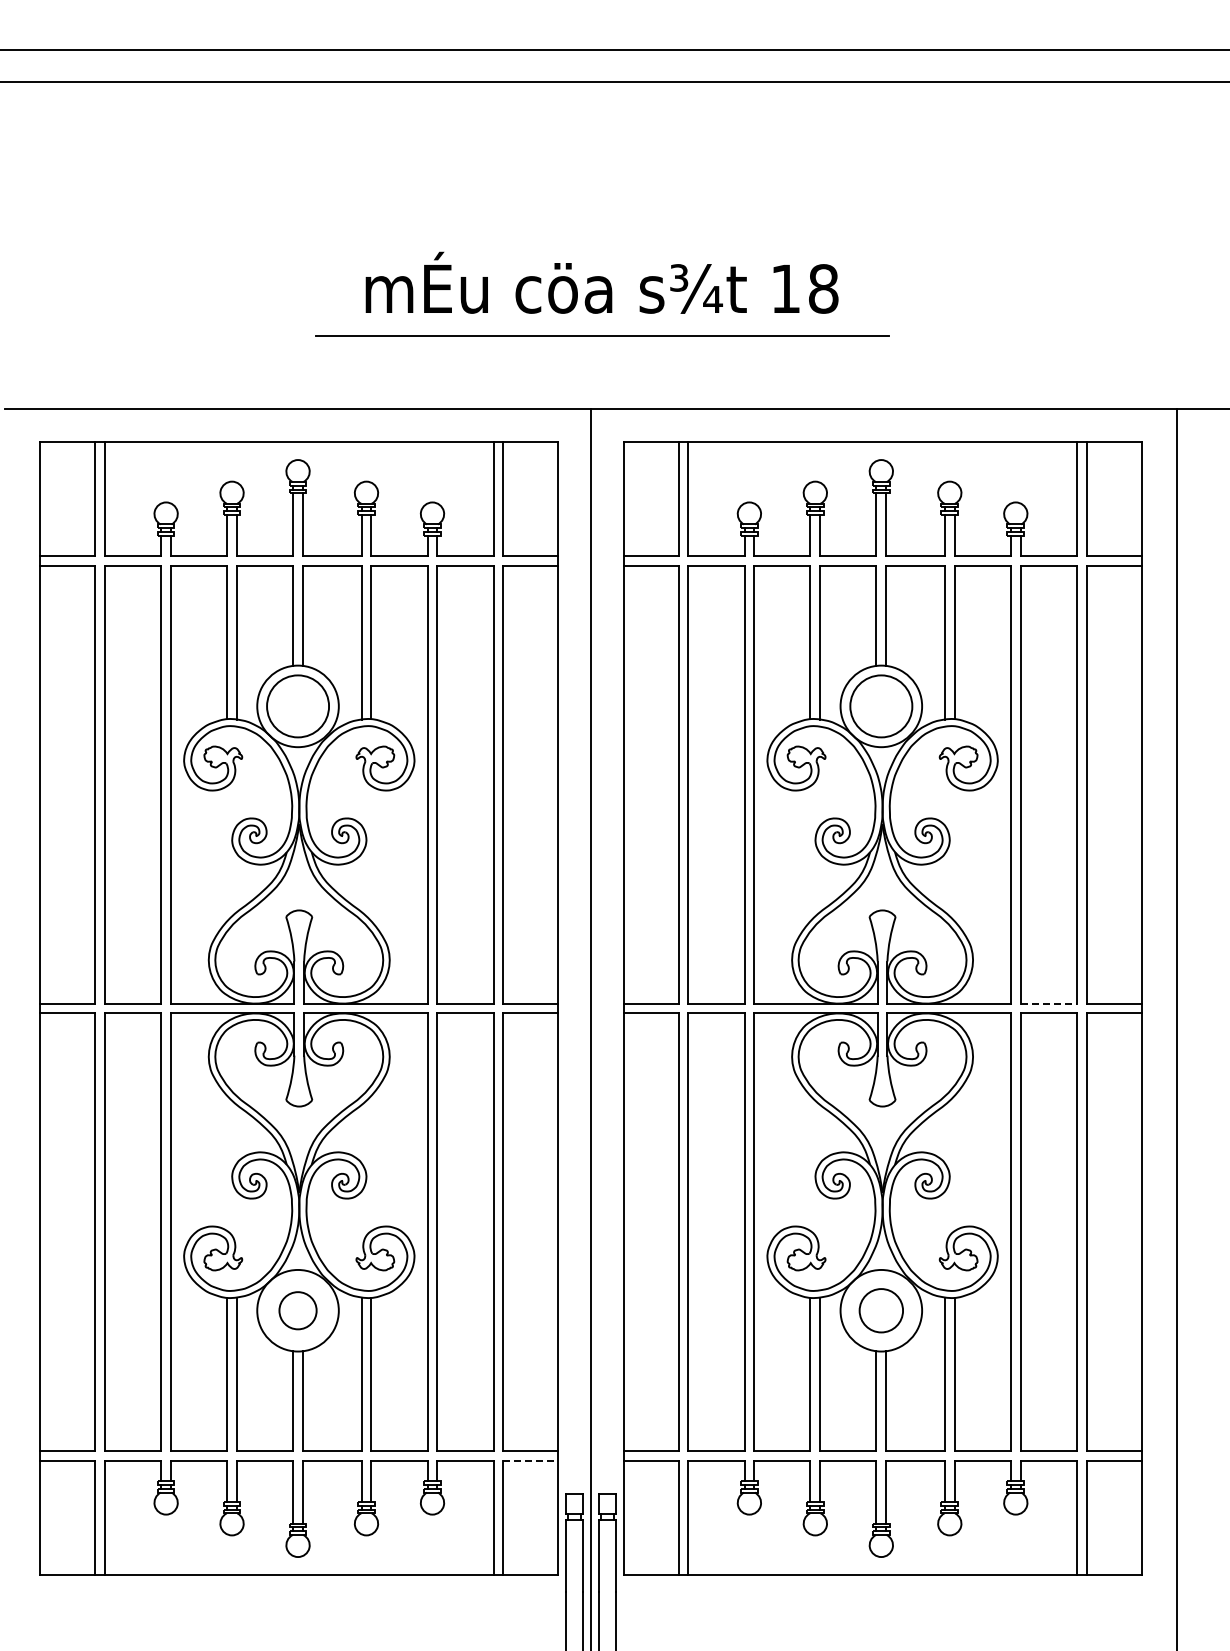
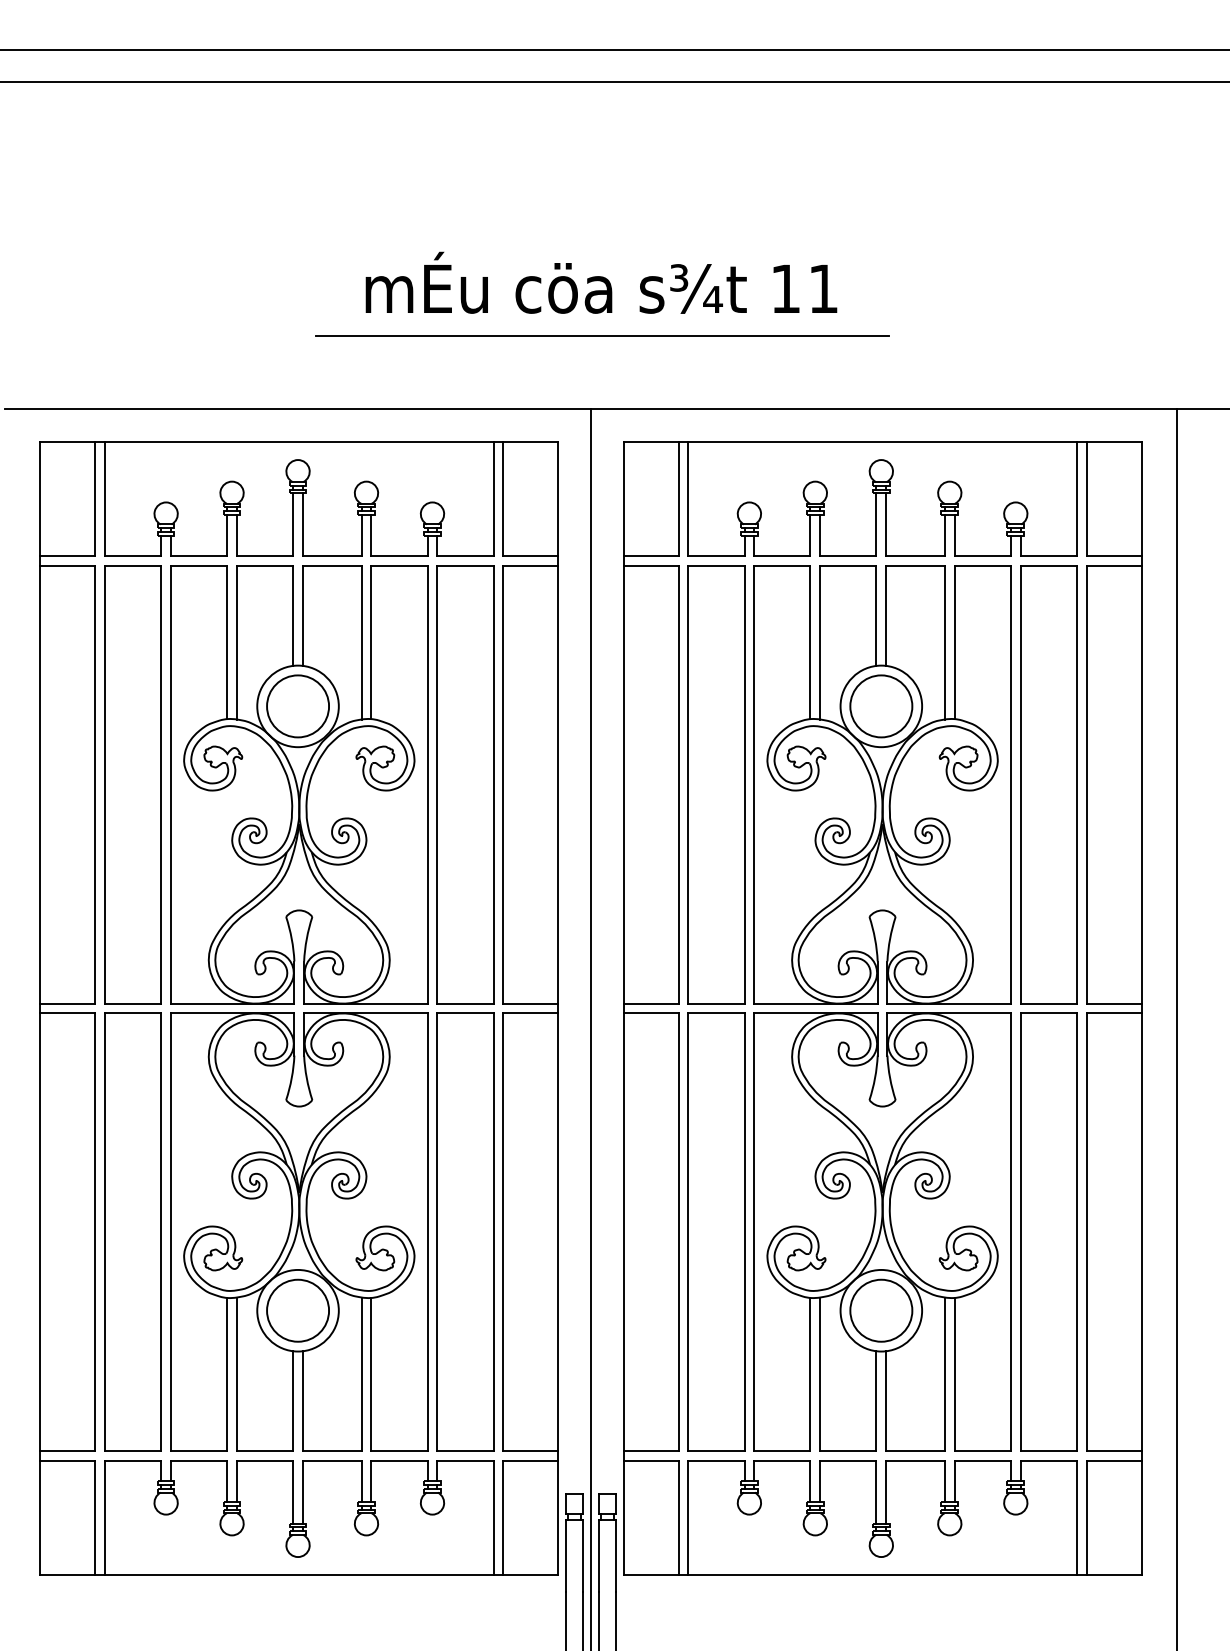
text at (823, 288): 18 -> 11
line at (1049, 1003): dashed -> solid
circle at (297, 1310) diameter: 37 px -> 62 px
circle at (881, 1310) diameter: 43 px -> 62 px
line at (531, 1461): dashed -> solid
